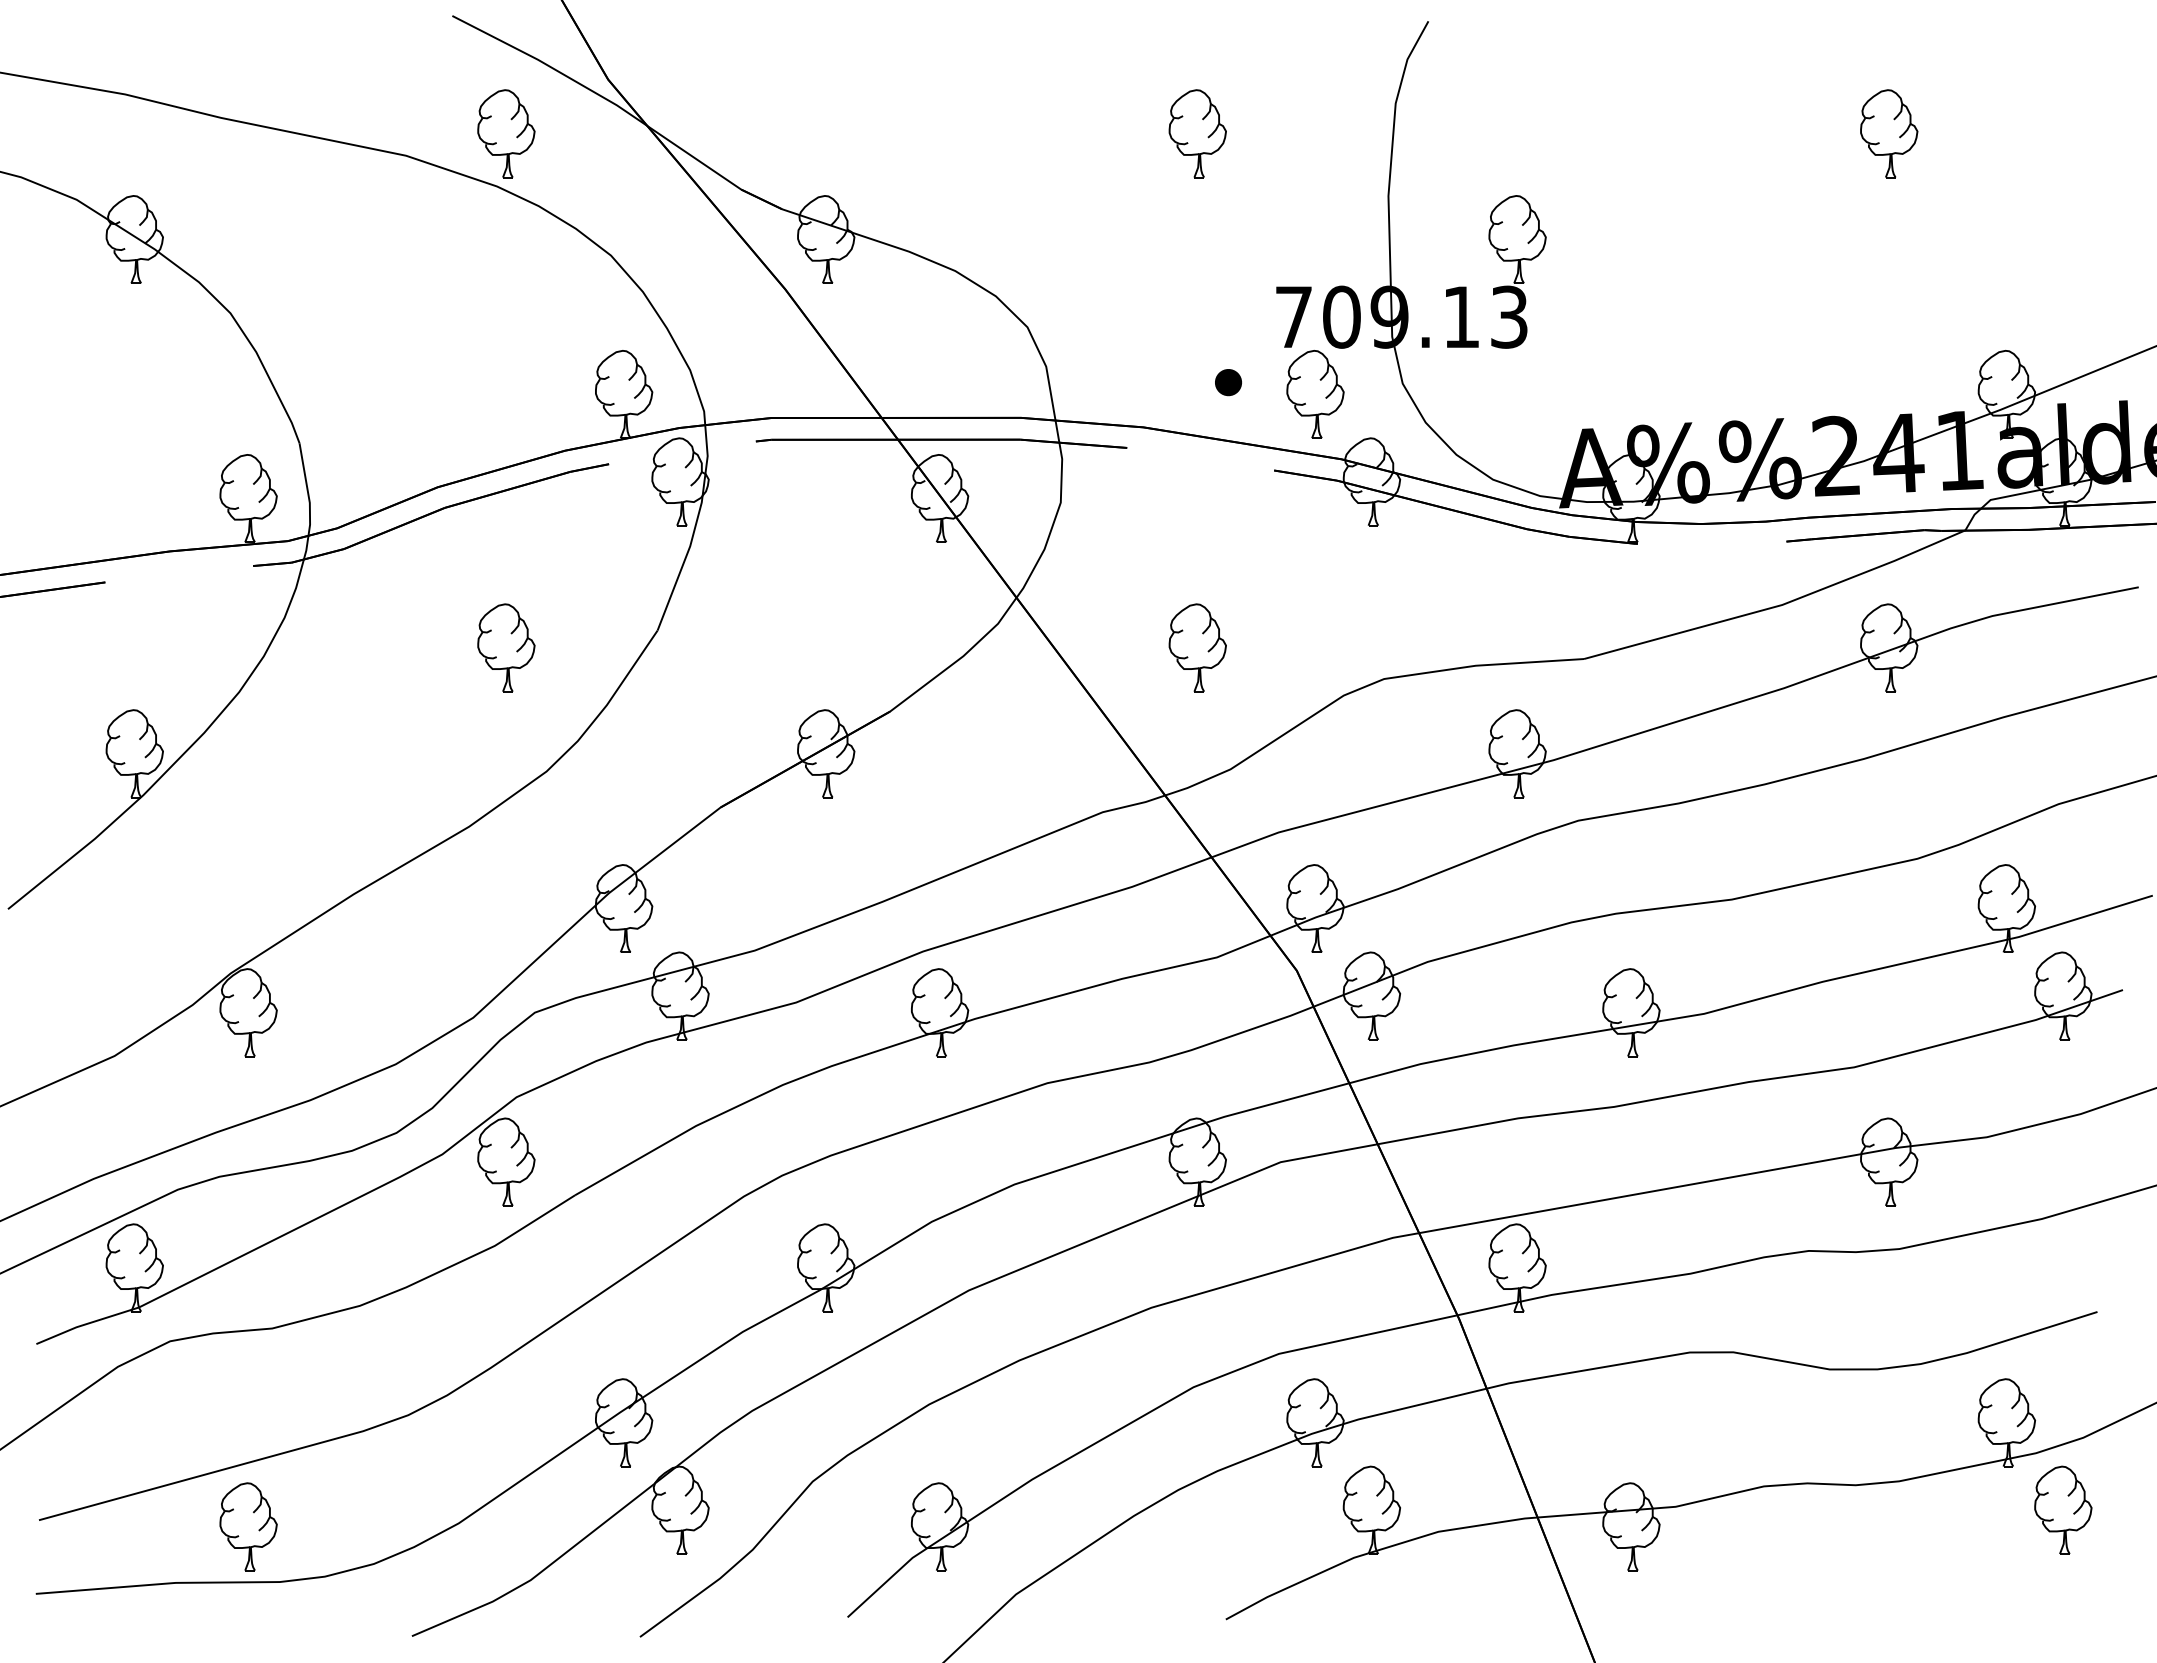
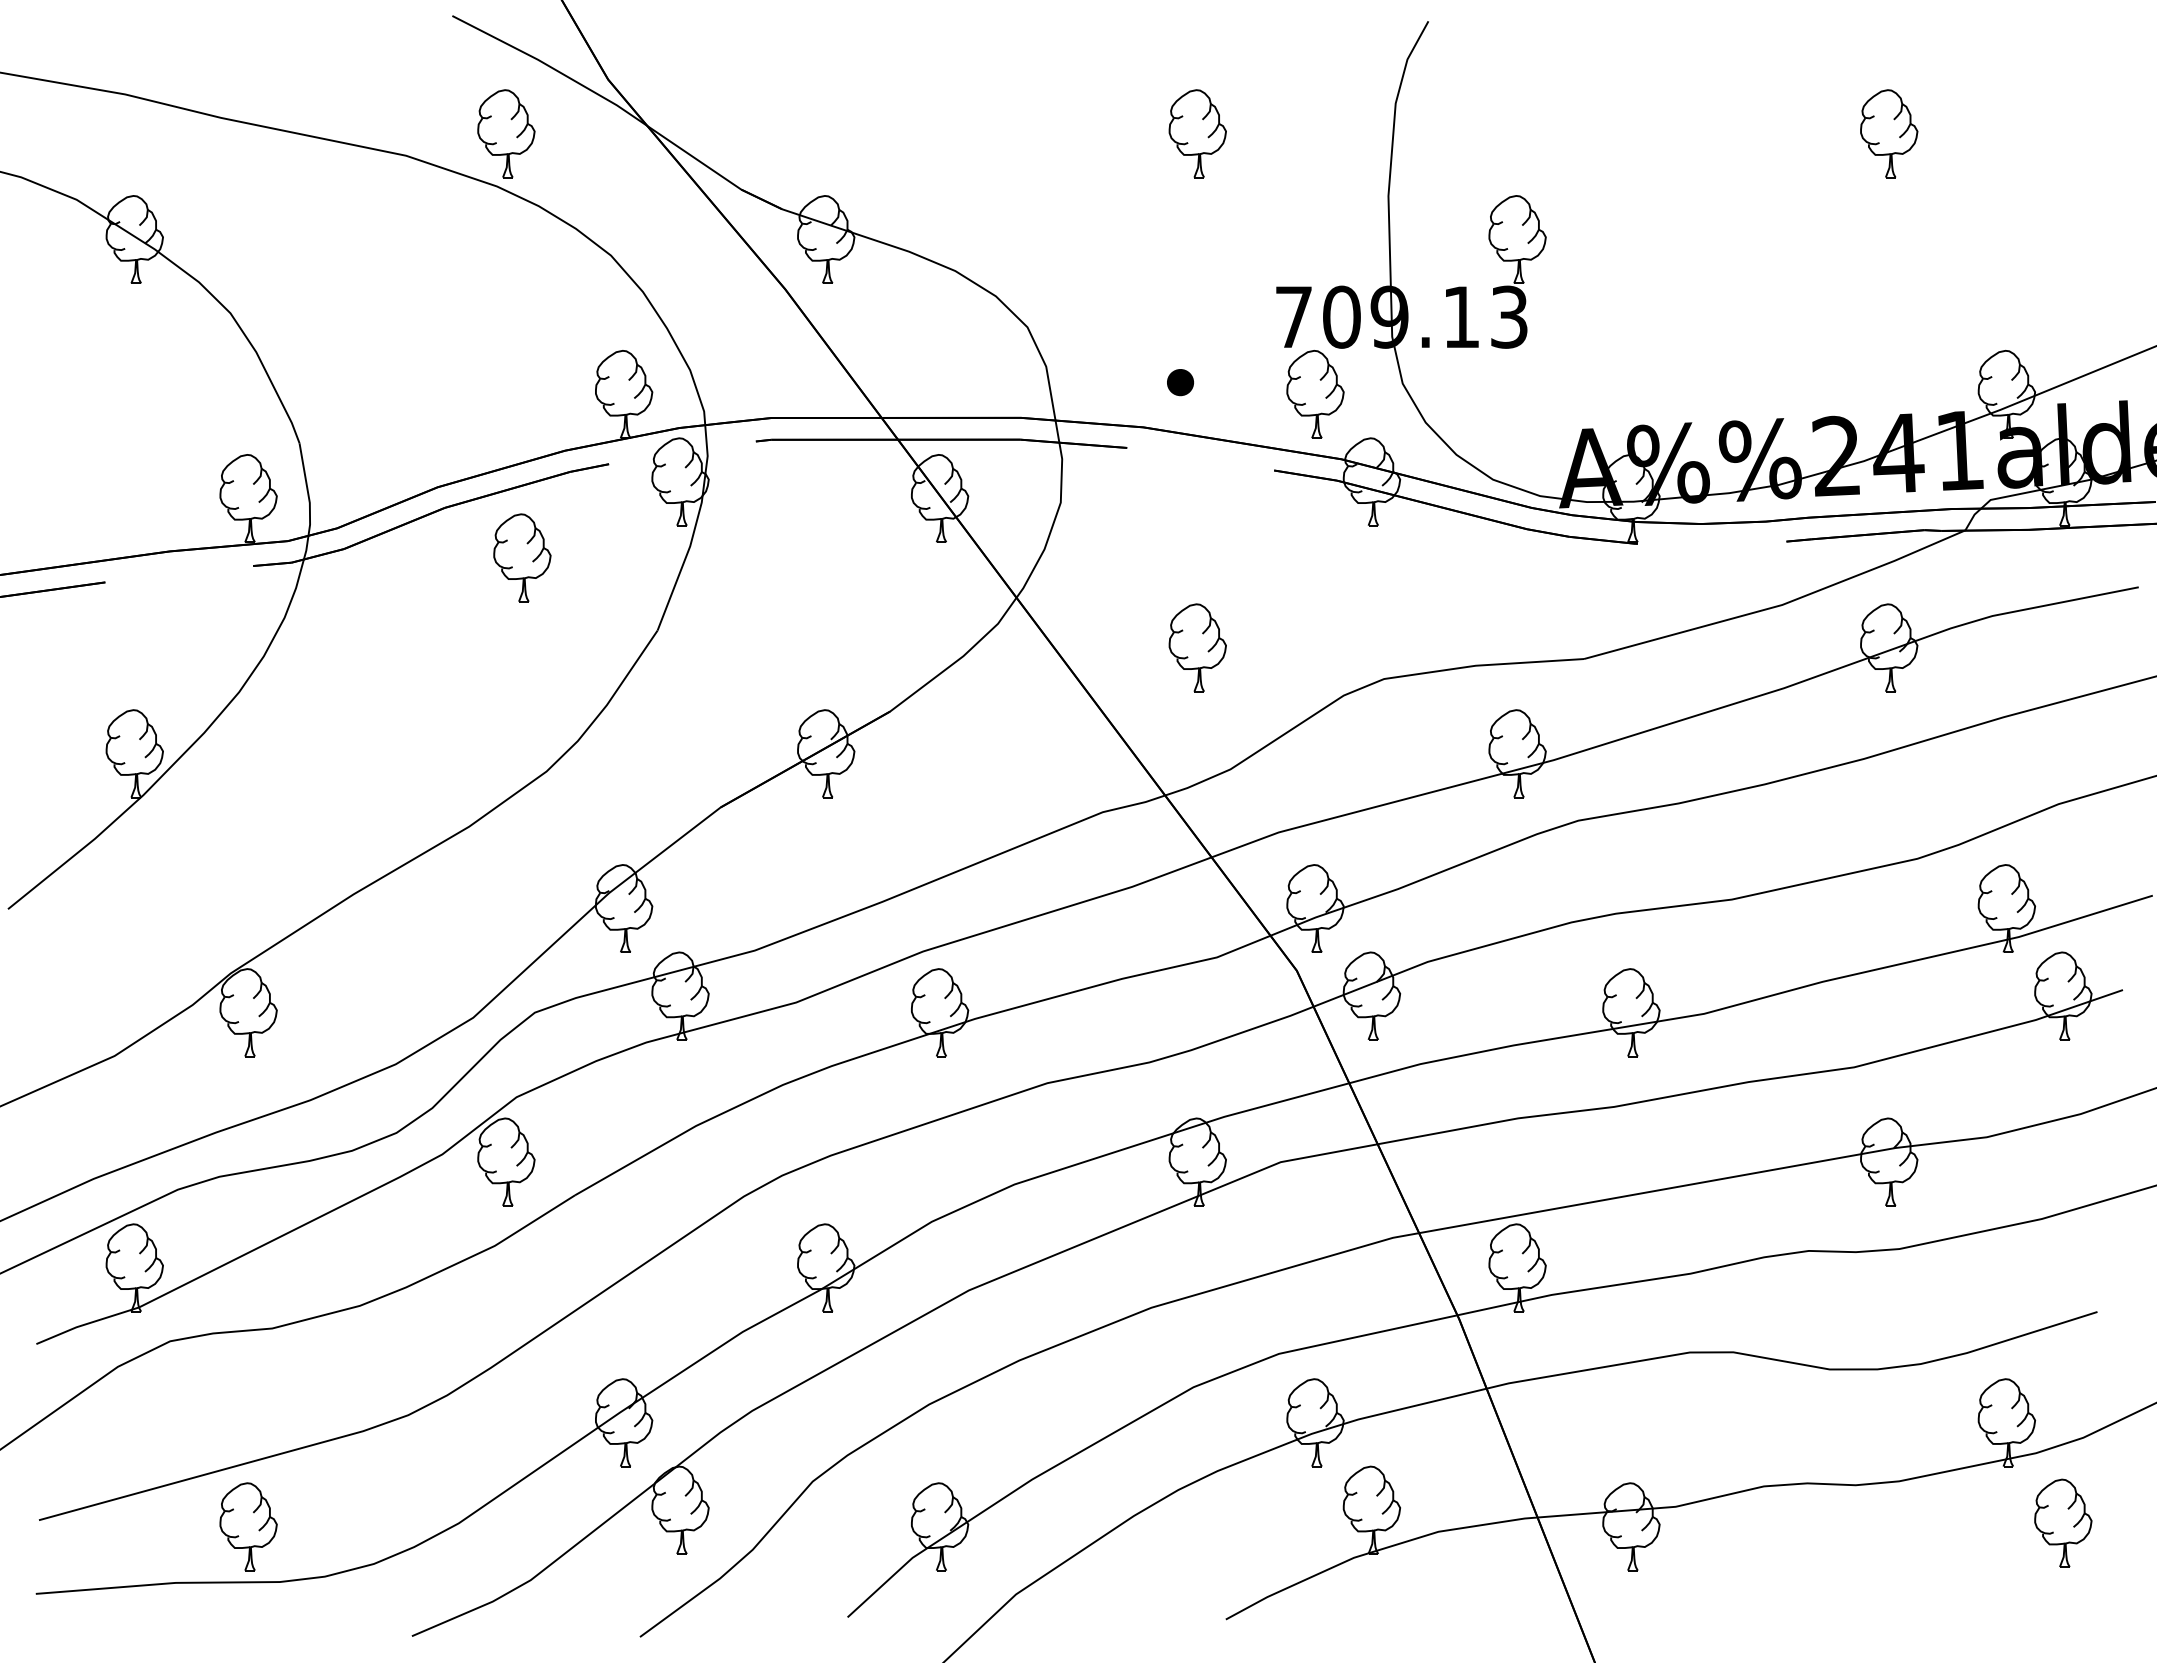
part at (1228, 382) position: (1228, 382) -> (1180, 382)
part at (506, 647) position: (506, 647) -> (522, 557)
part at (2063, 1509) position: (2063, 1509) -> (2063, 1522)
